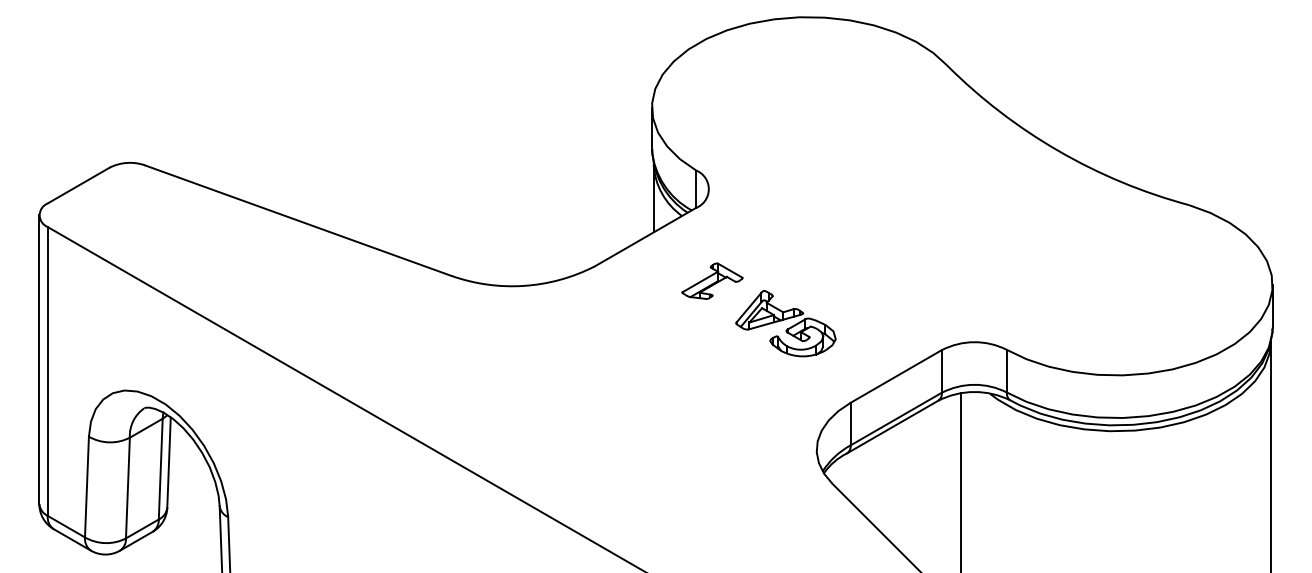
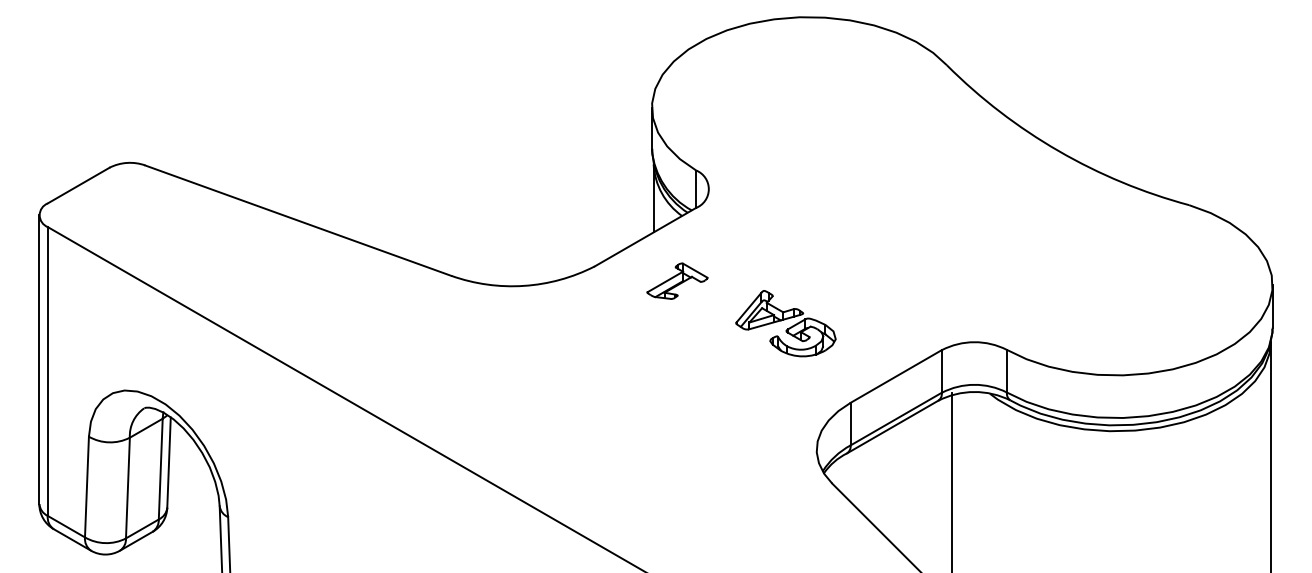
part at (712, 280) position: (712, 280) -> (677, 280)
line at (961, 481) position: (961, 481) -> (952, 481)
